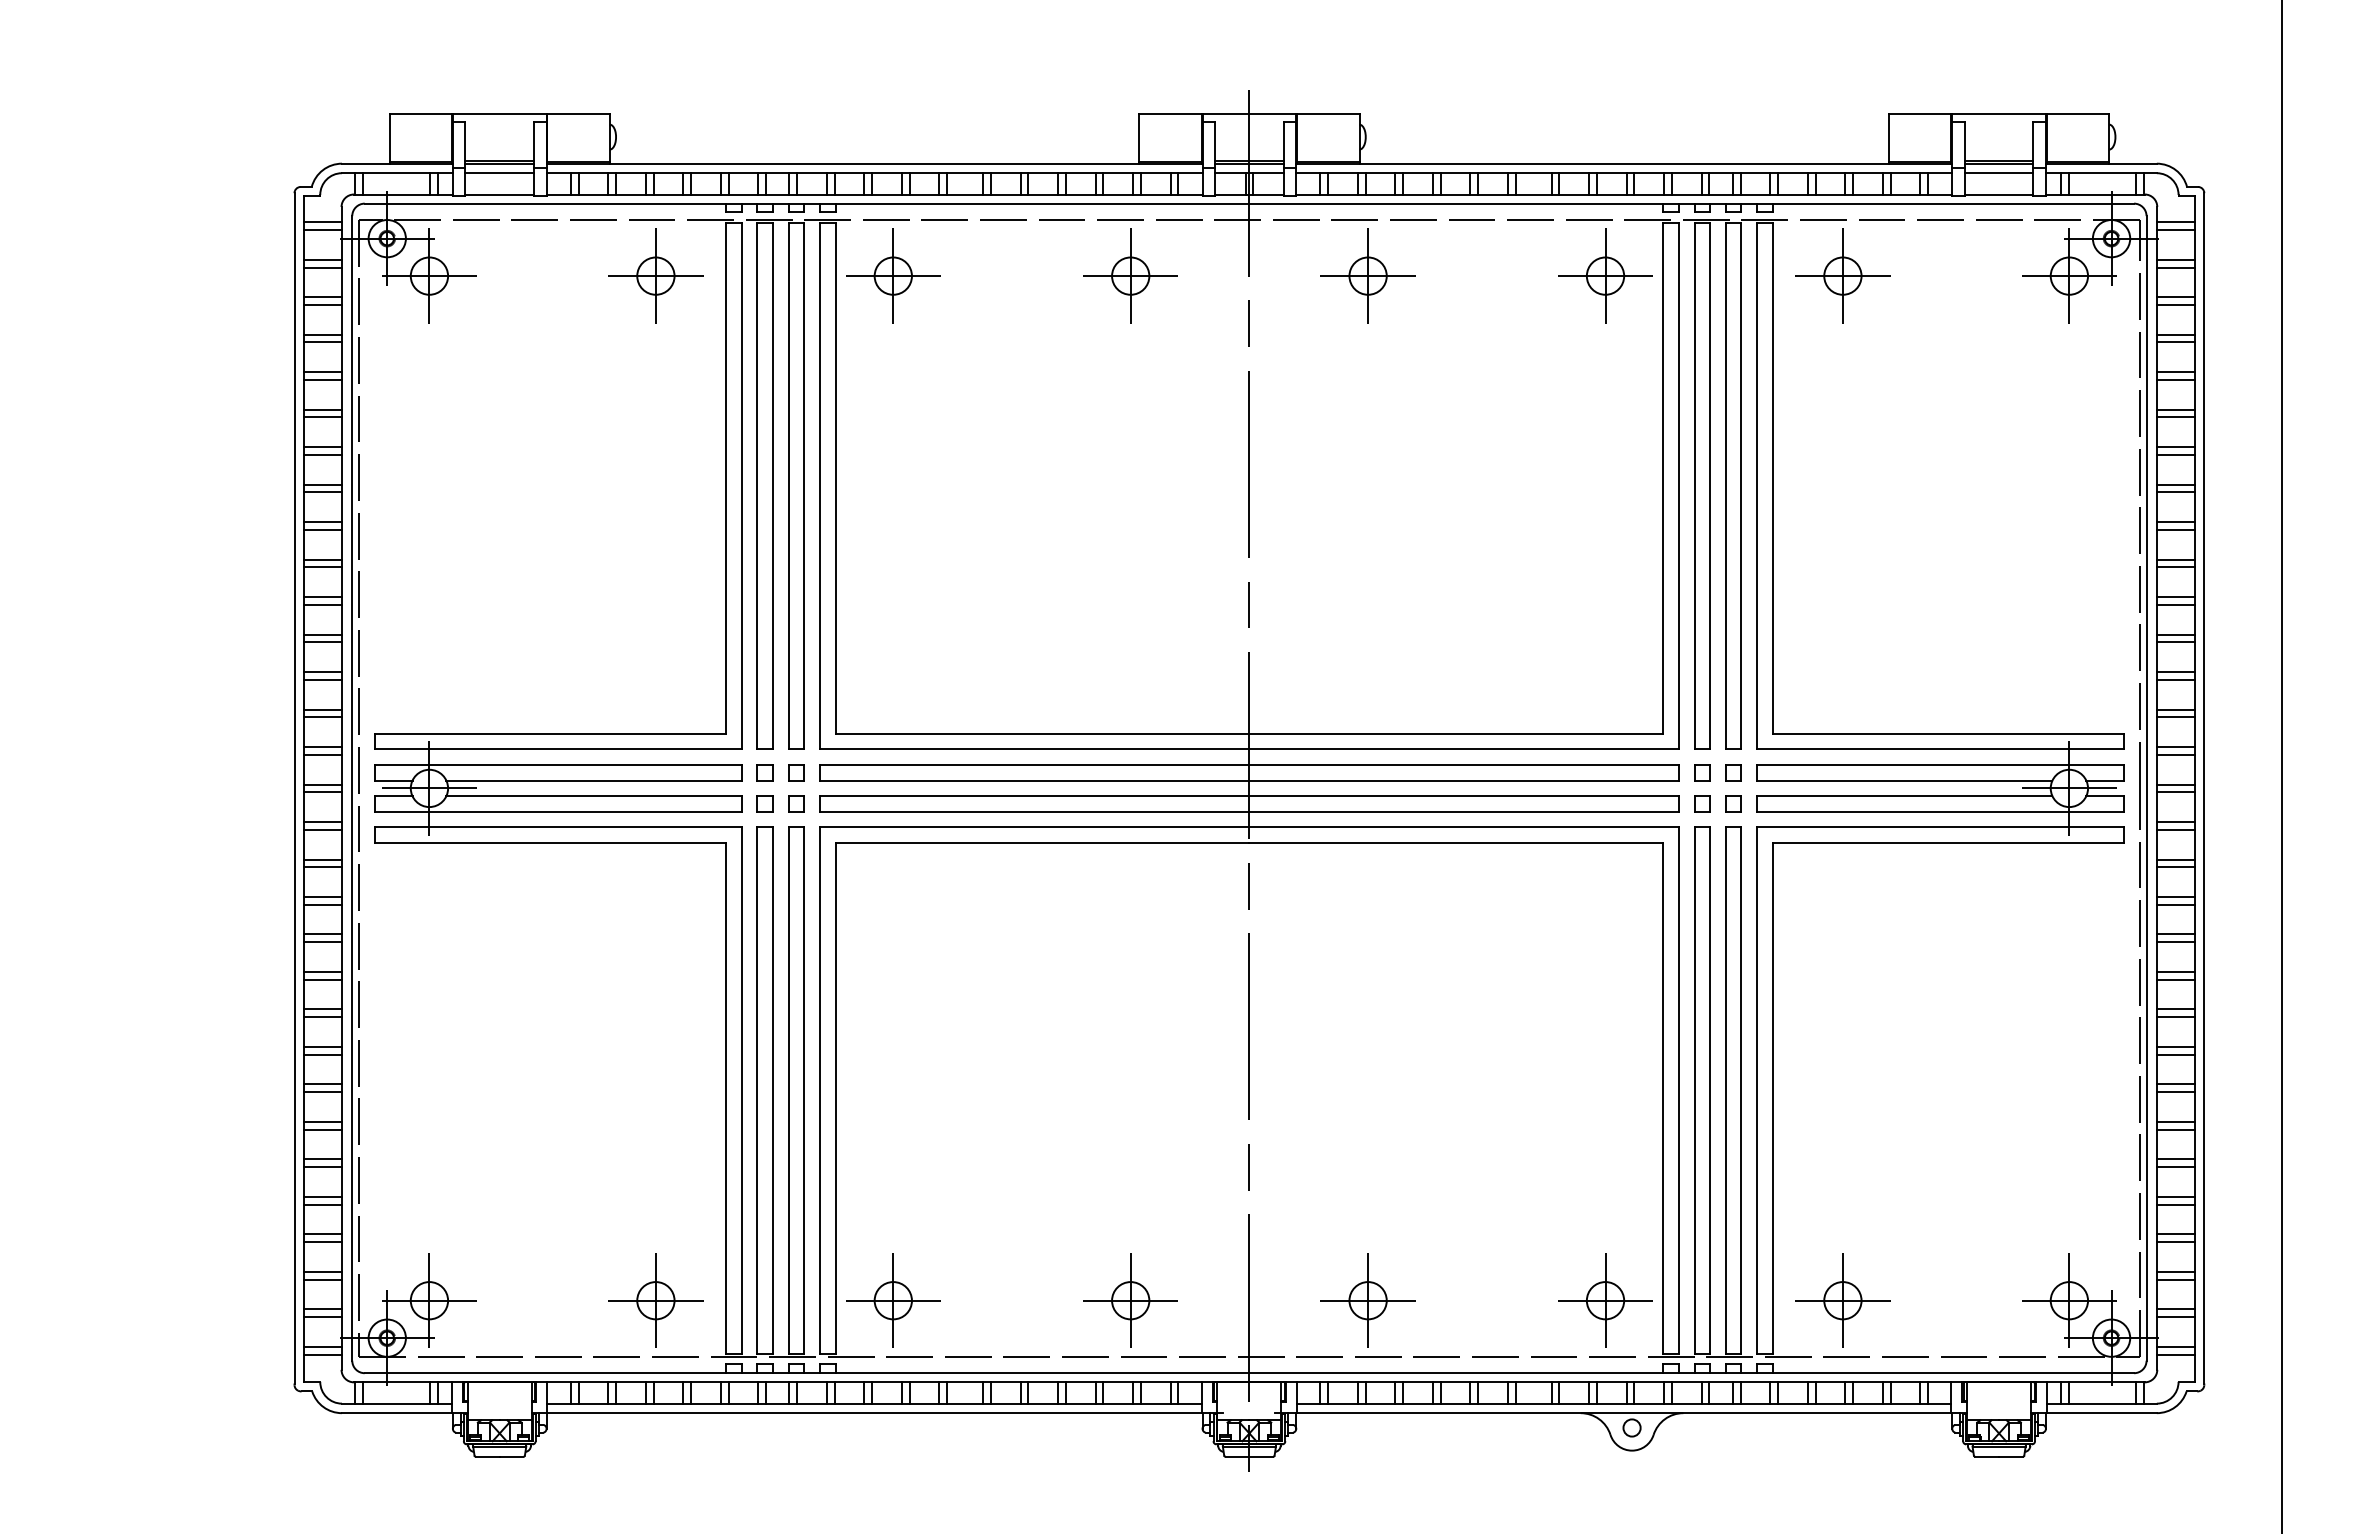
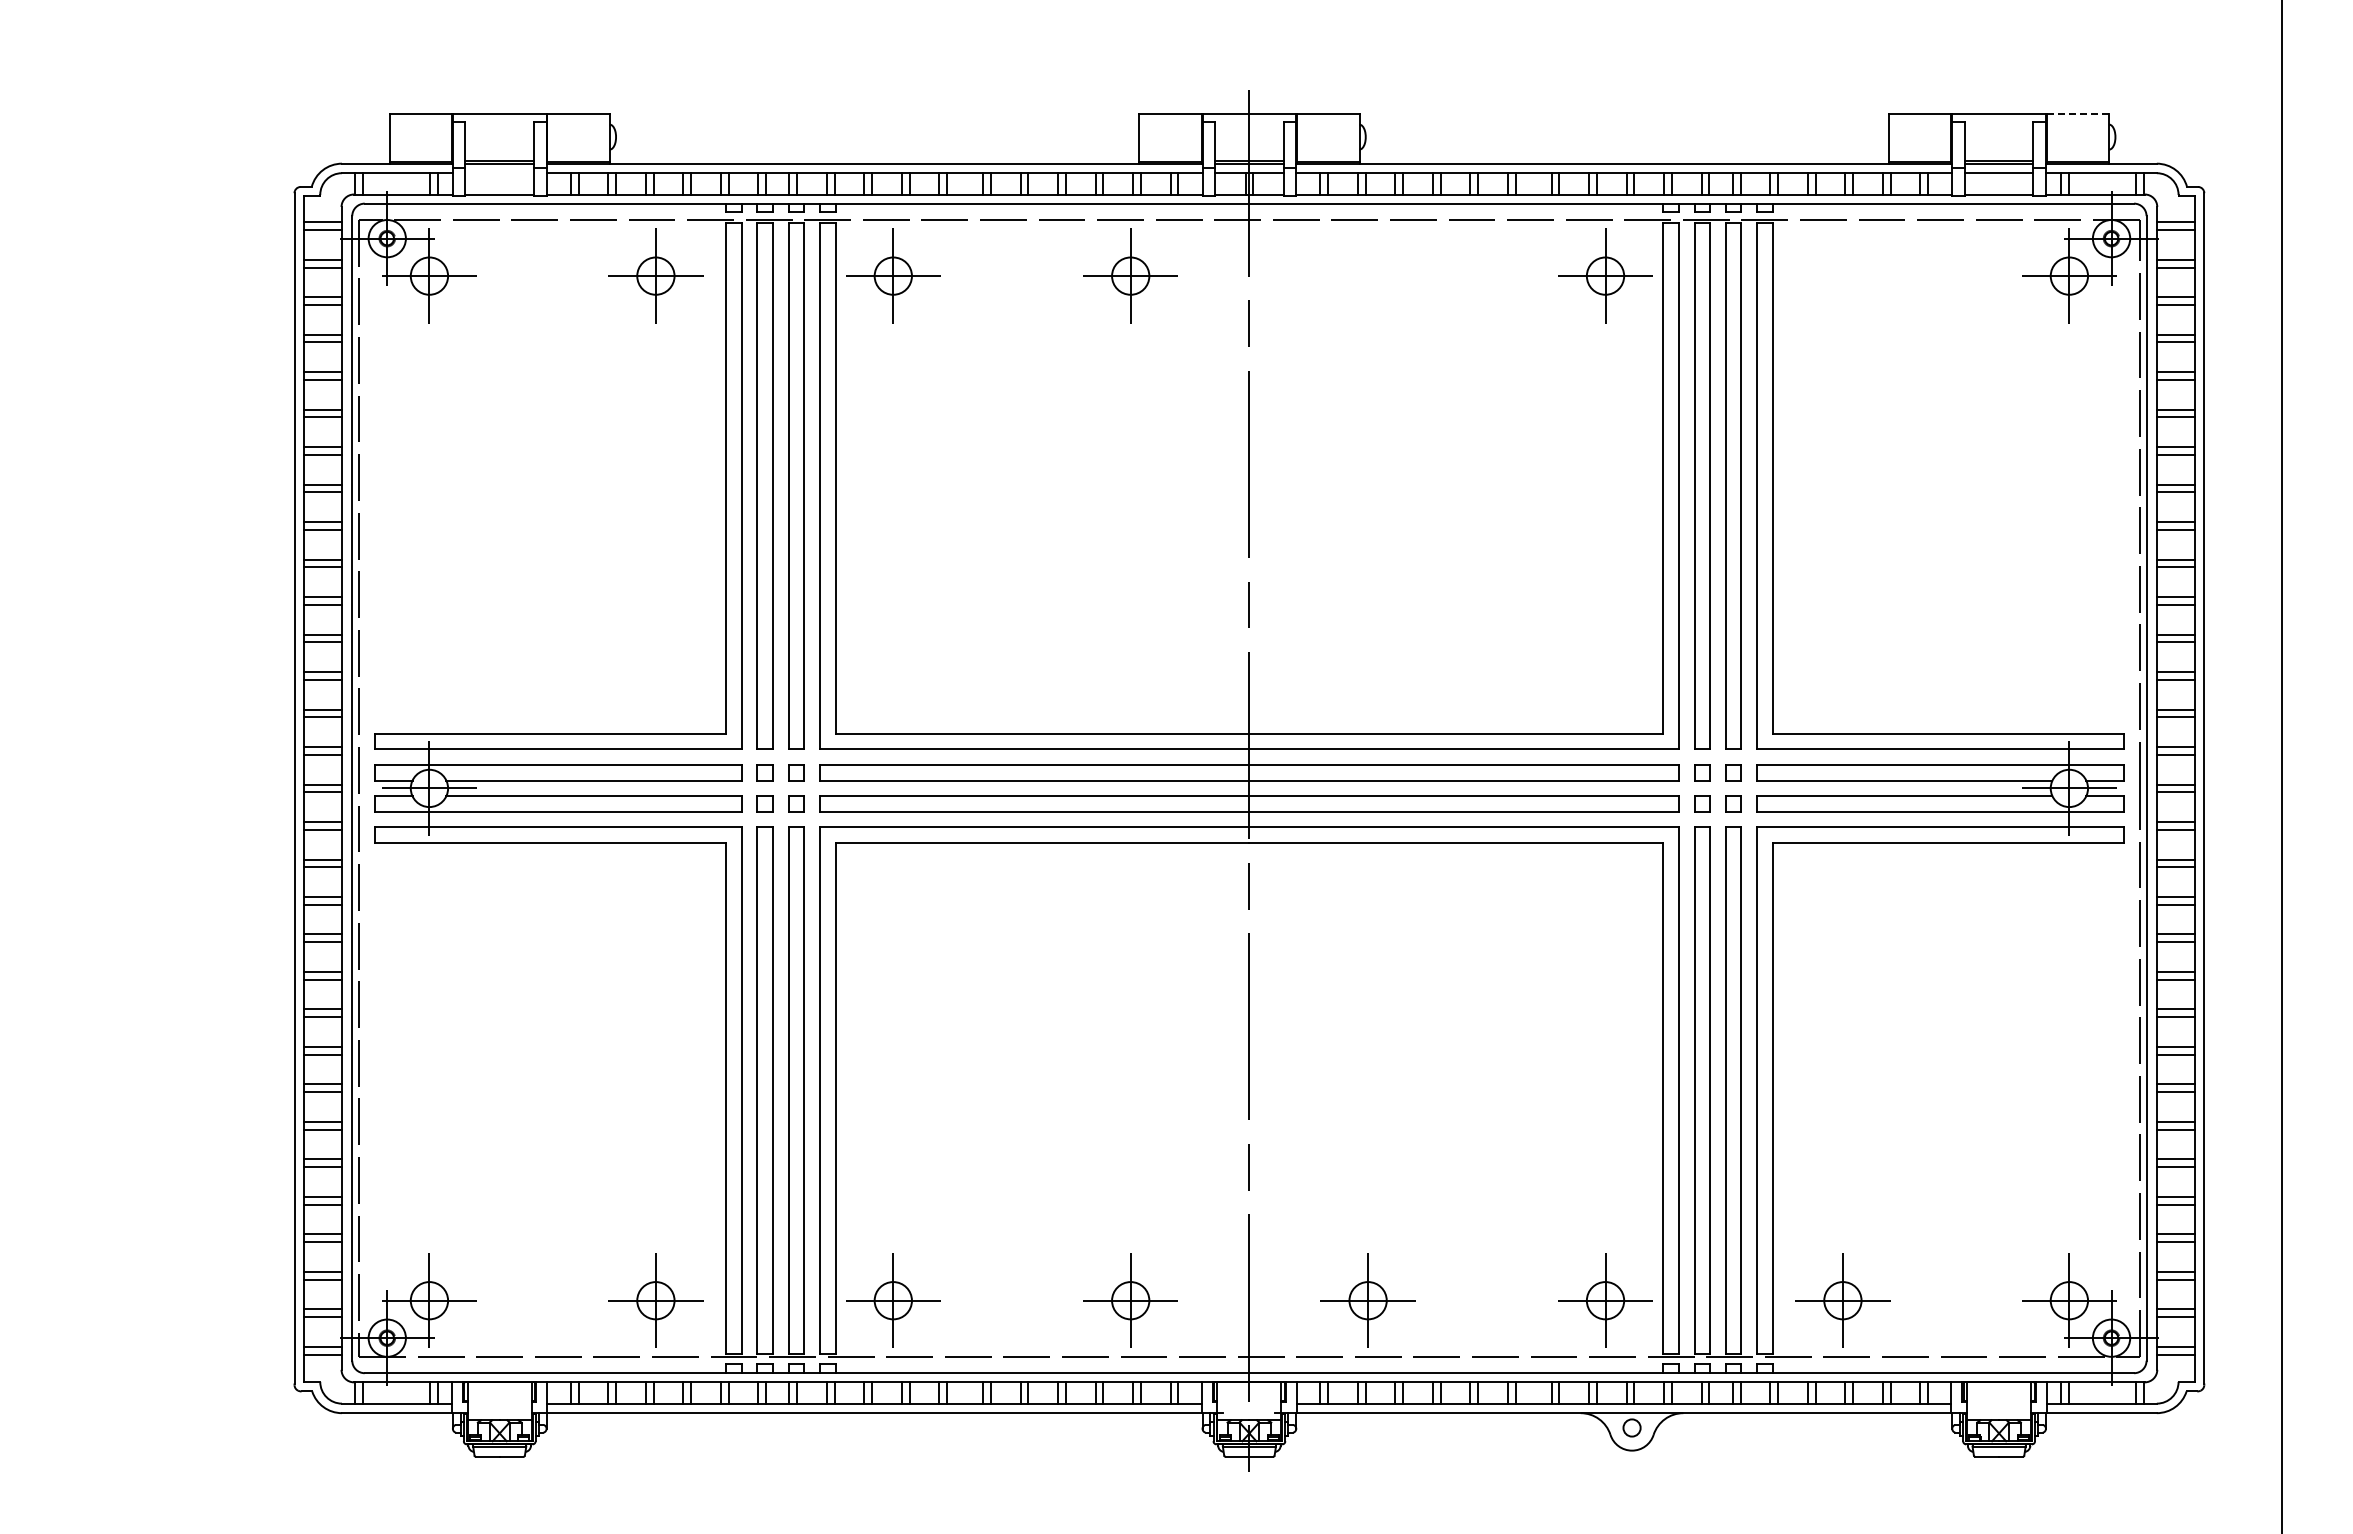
line at (2077, 113): solid -> dashed
line at (499, 173): present -> none
part at (1367, 275): present -> none
part at (1842, 275): present -> none
